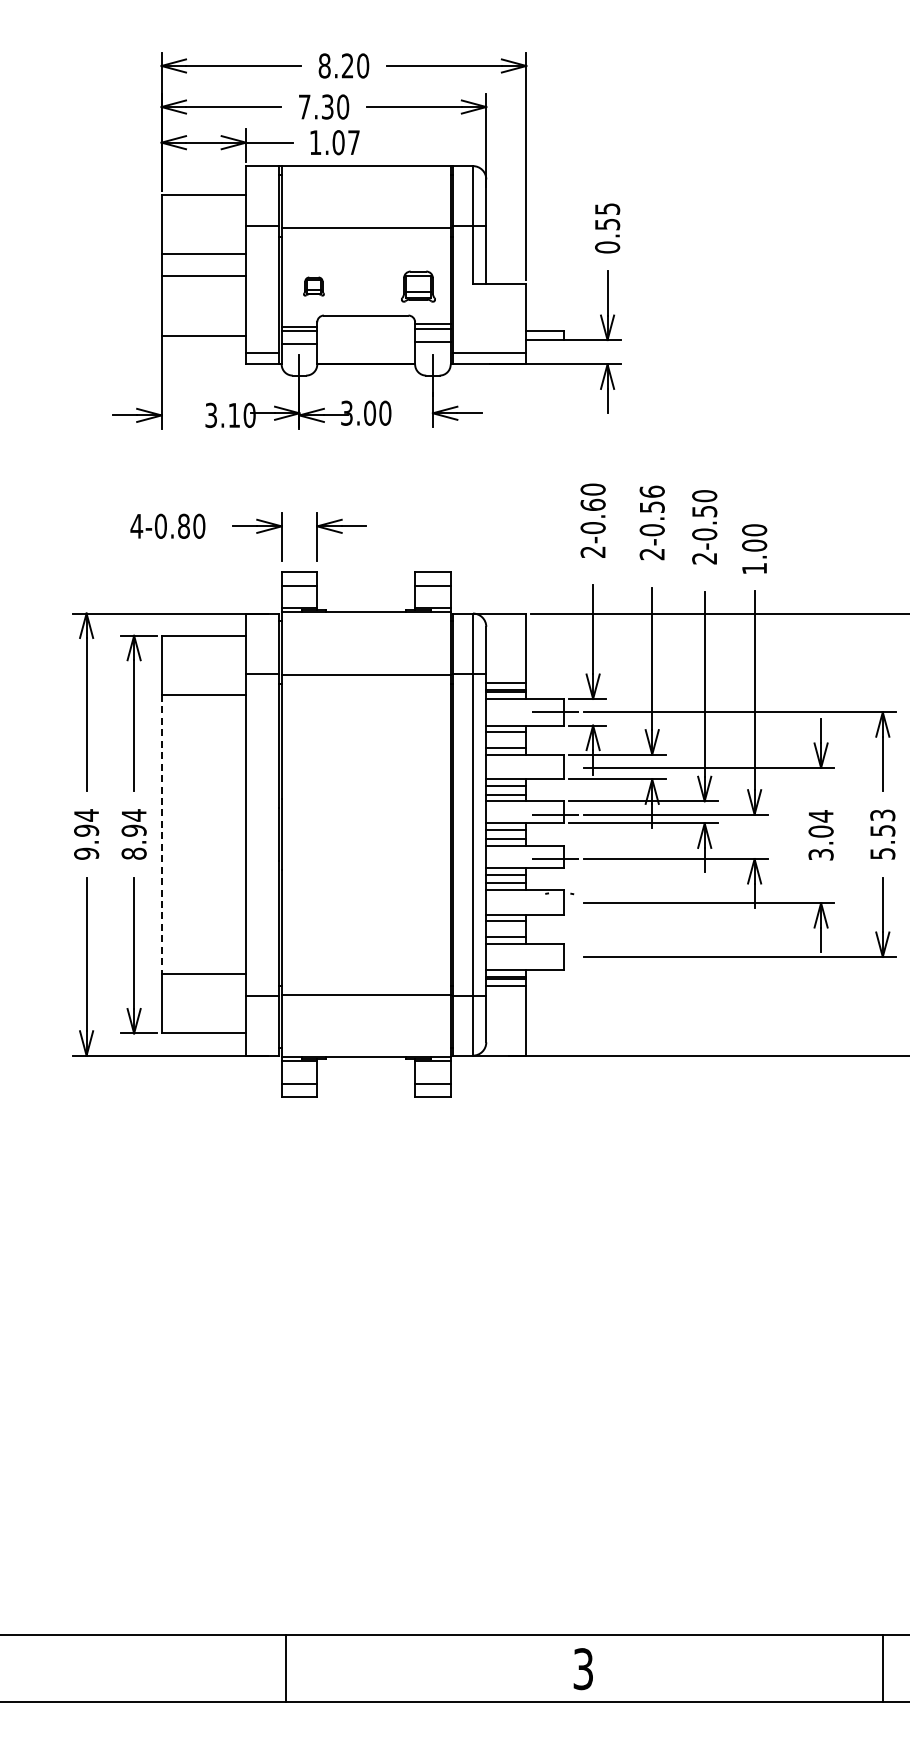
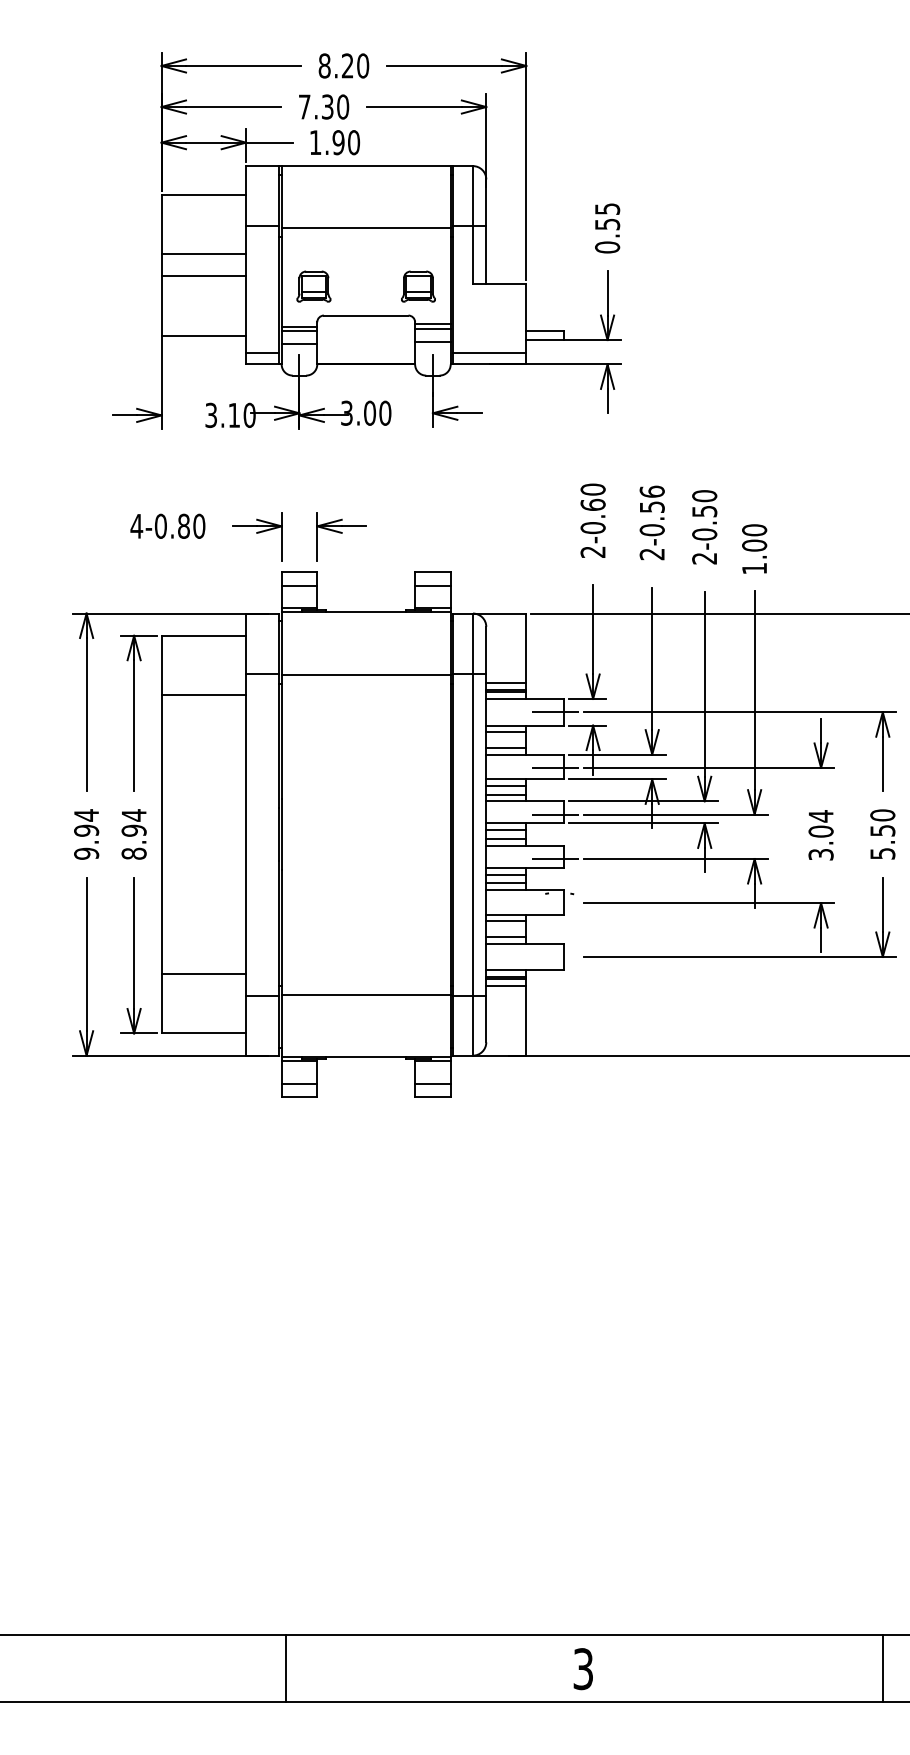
text at (346, 142): 1.07 -> 1.90
part at (313, 286) size: 22x21 px -> 36x33 px
line at (555, 767): none -> present
text at (882, 815): 5.53 -> 5.50
line at (161, 834): dashed -> solid
